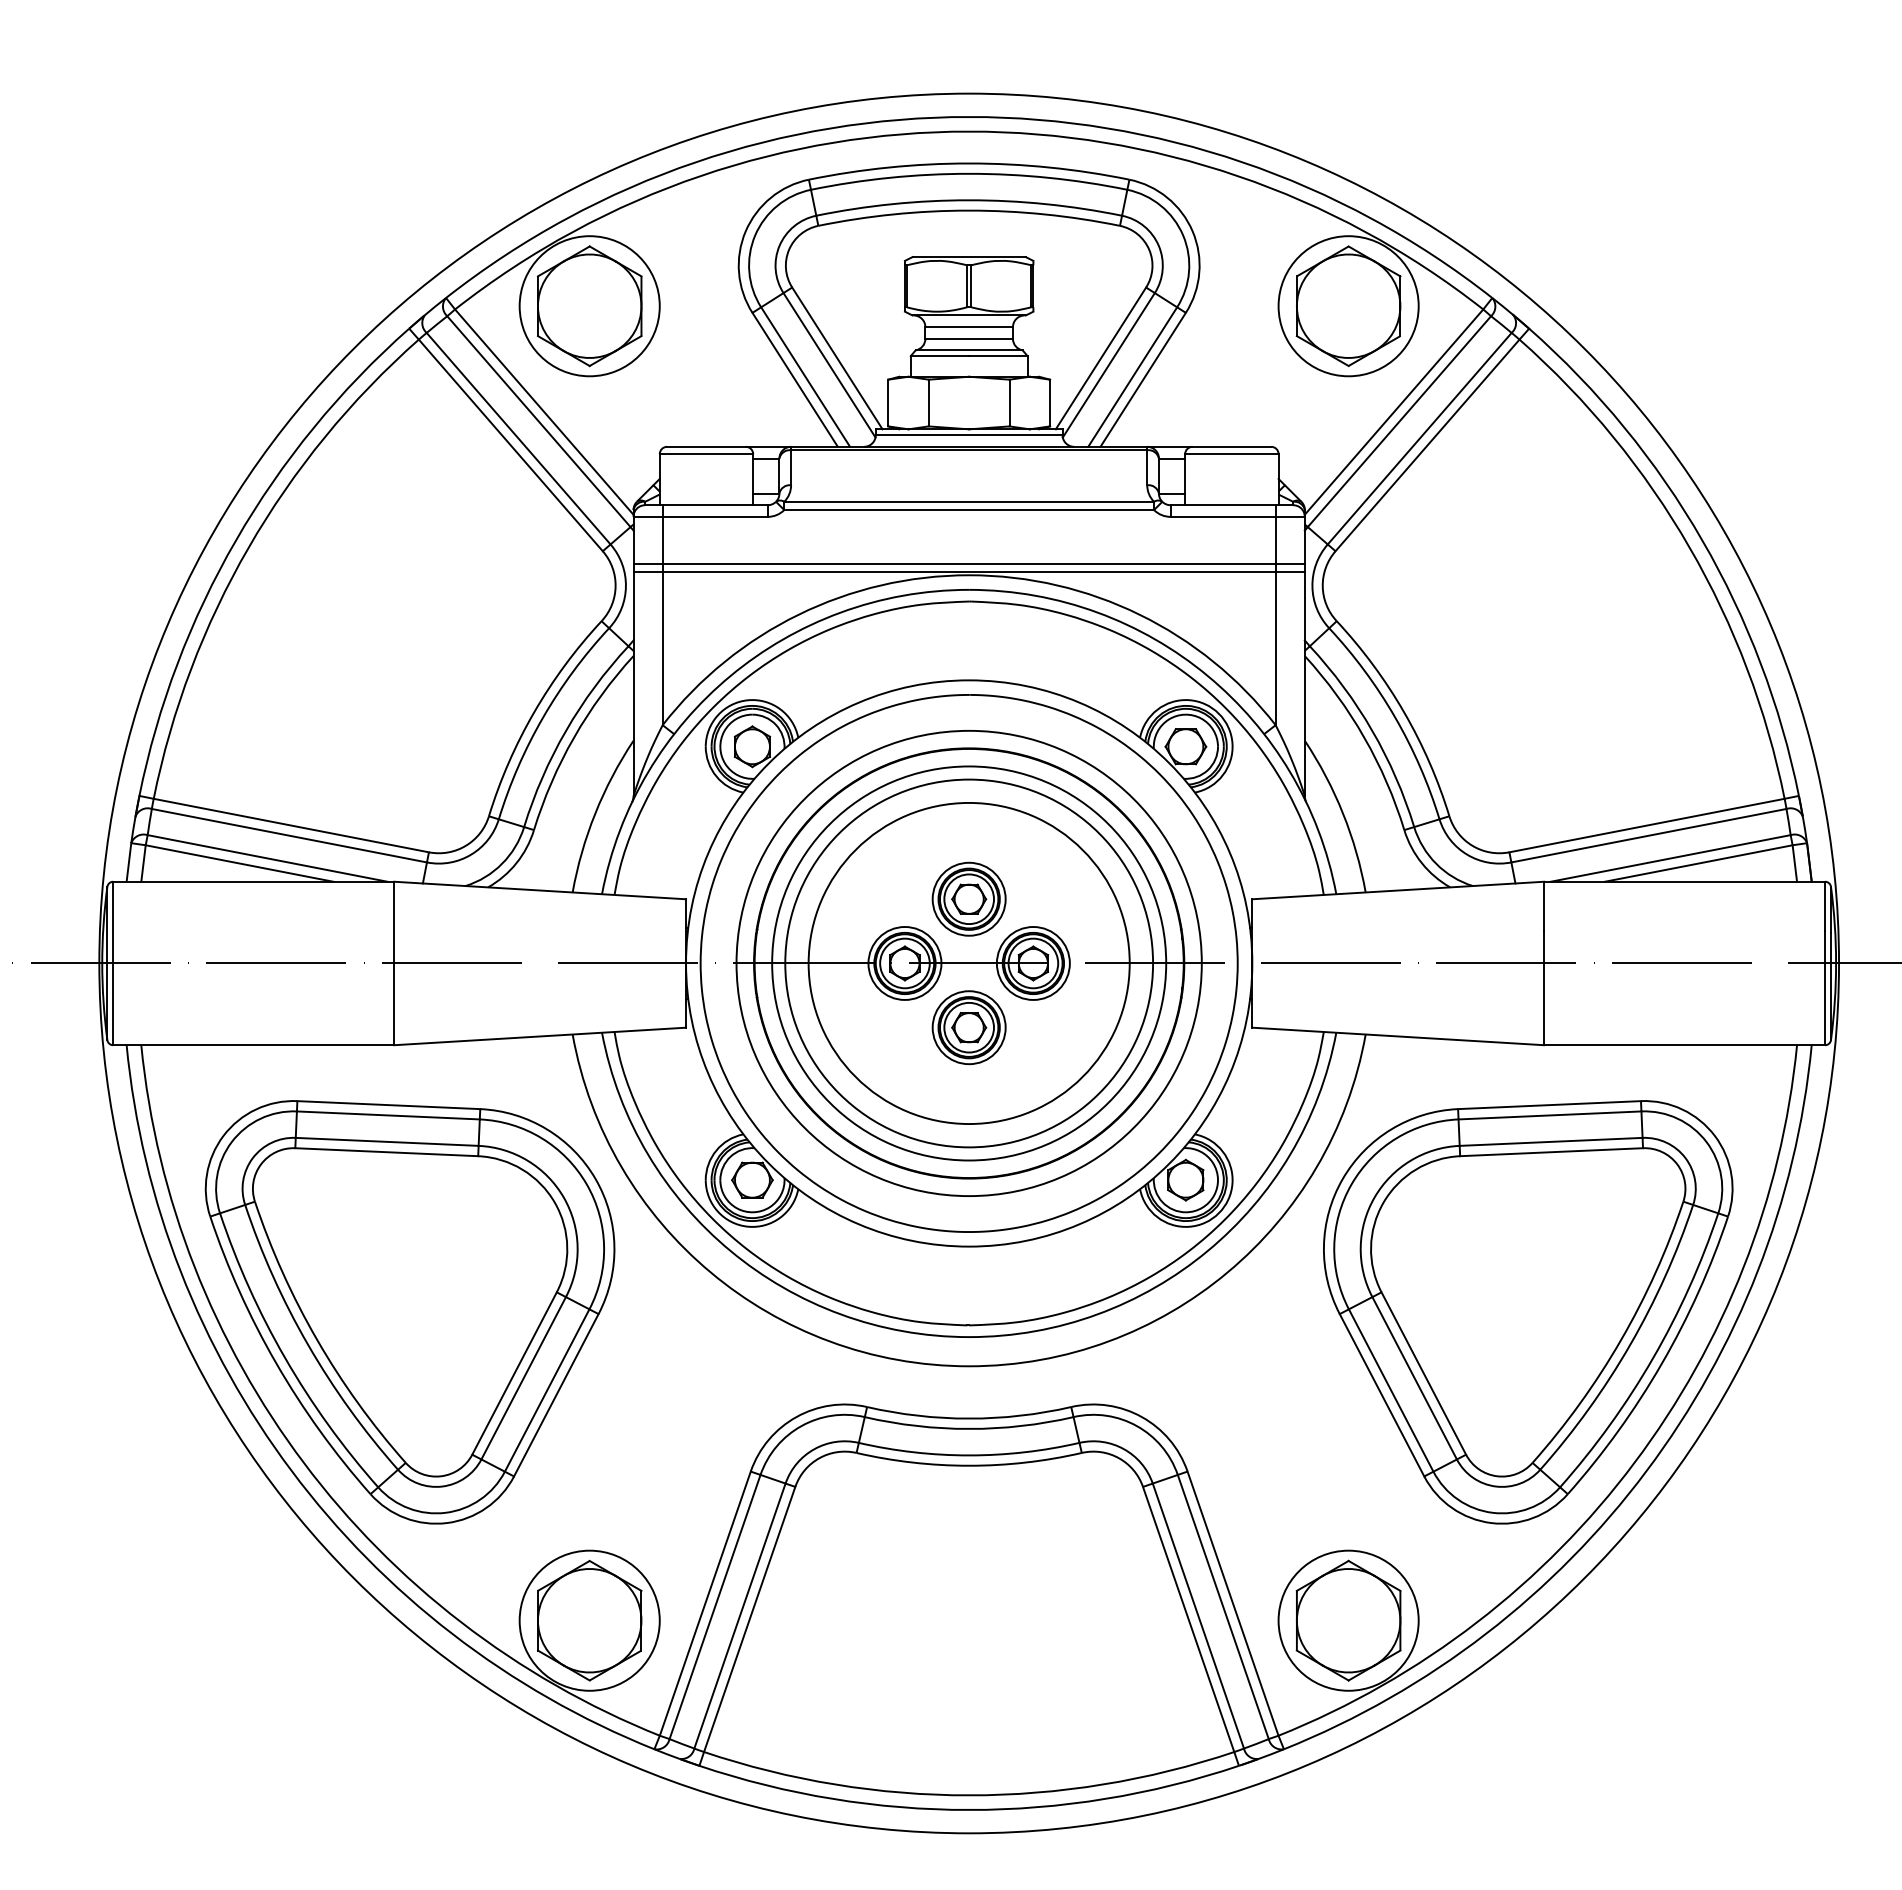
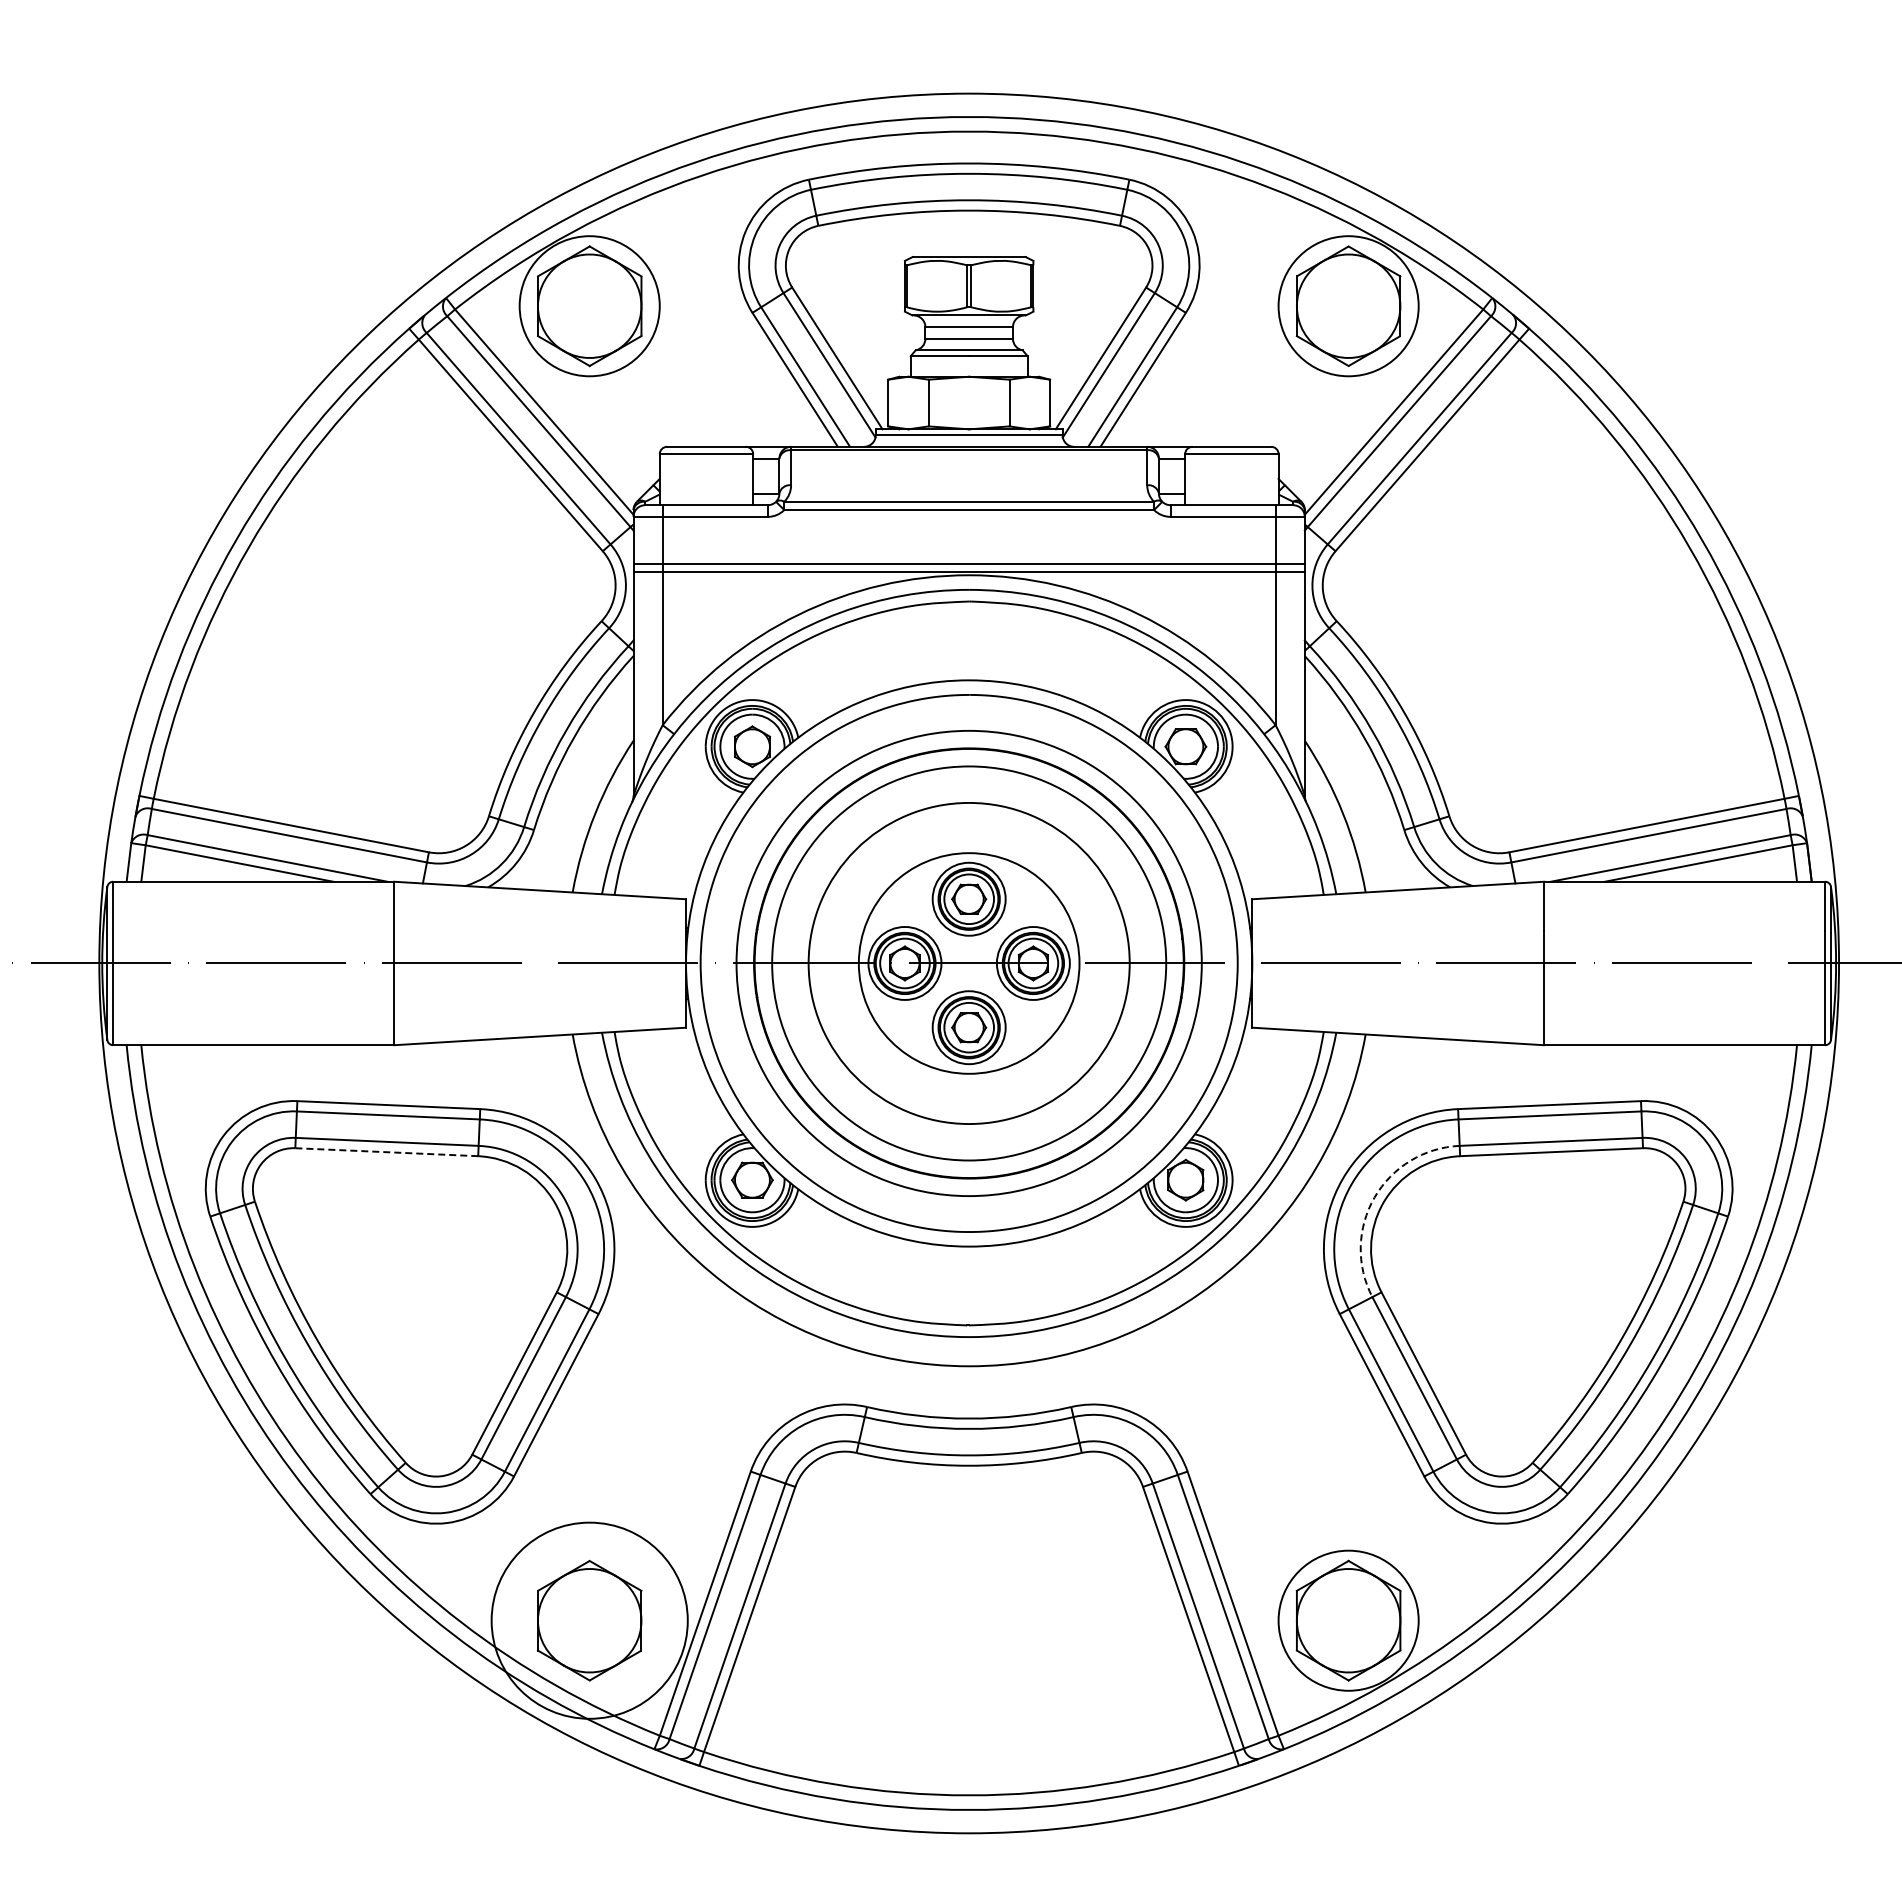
circle at (969, 963) diameter: 368 px -> 221 px
line at (386, 1152): solid -> dashed
arc at (1374, 1197): solid -> dashed
circle at (589, 1620) diameter: 140 px -> 196 px
